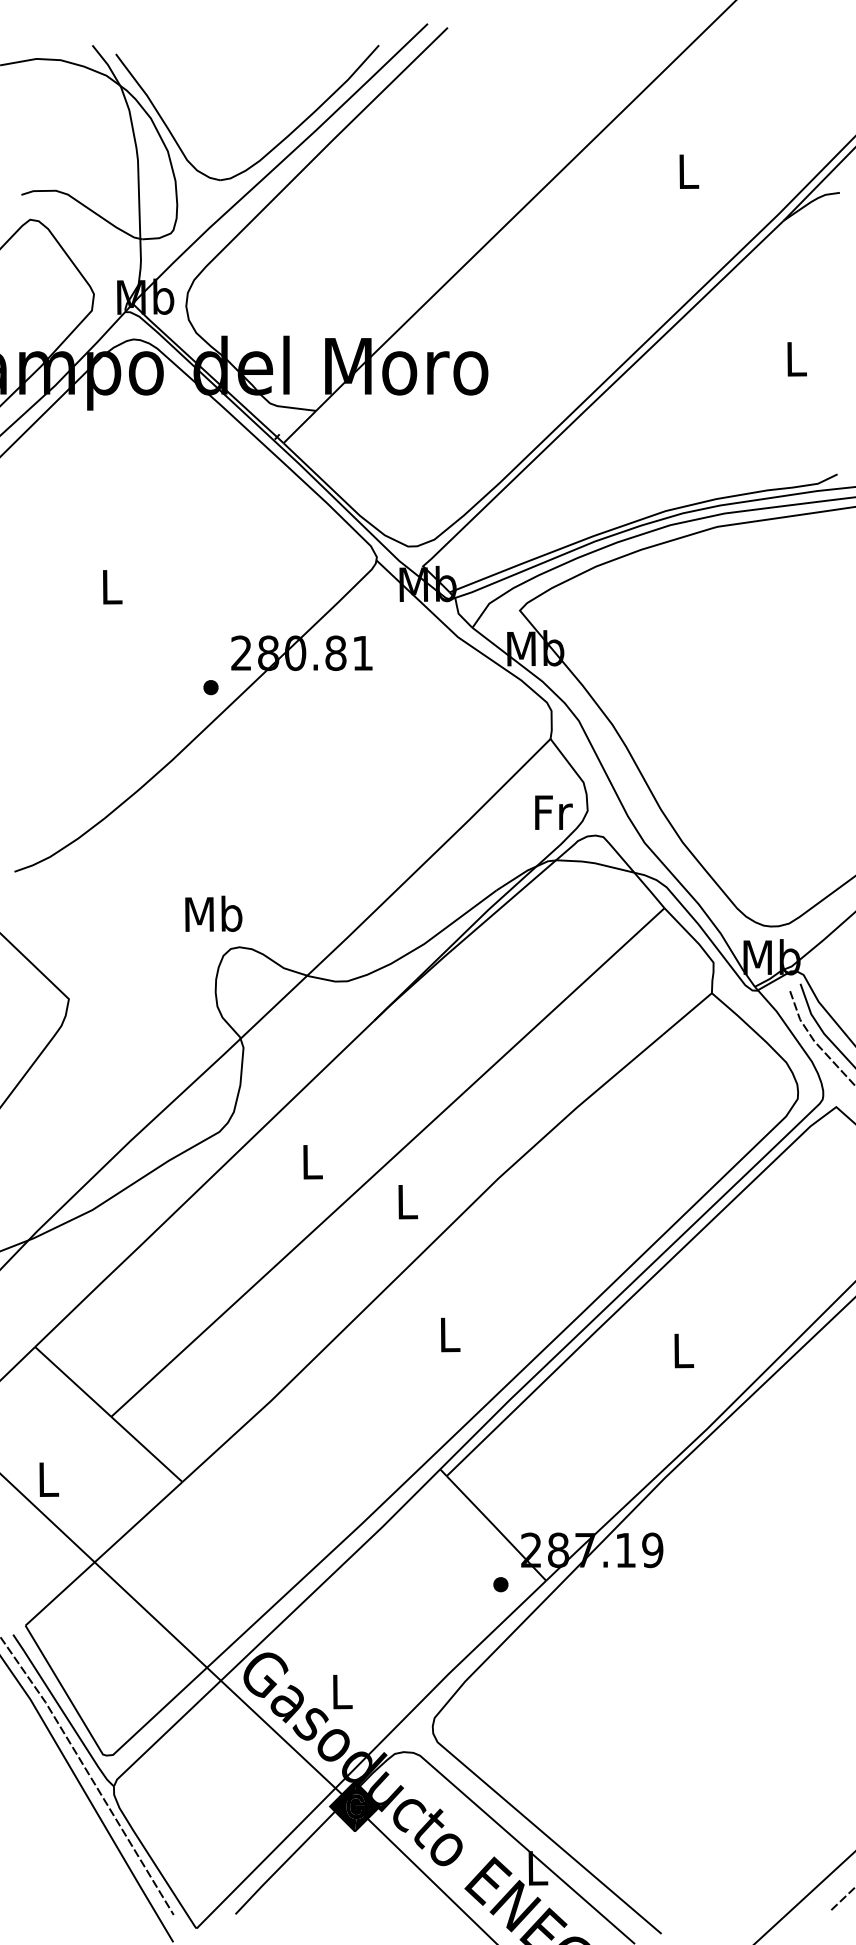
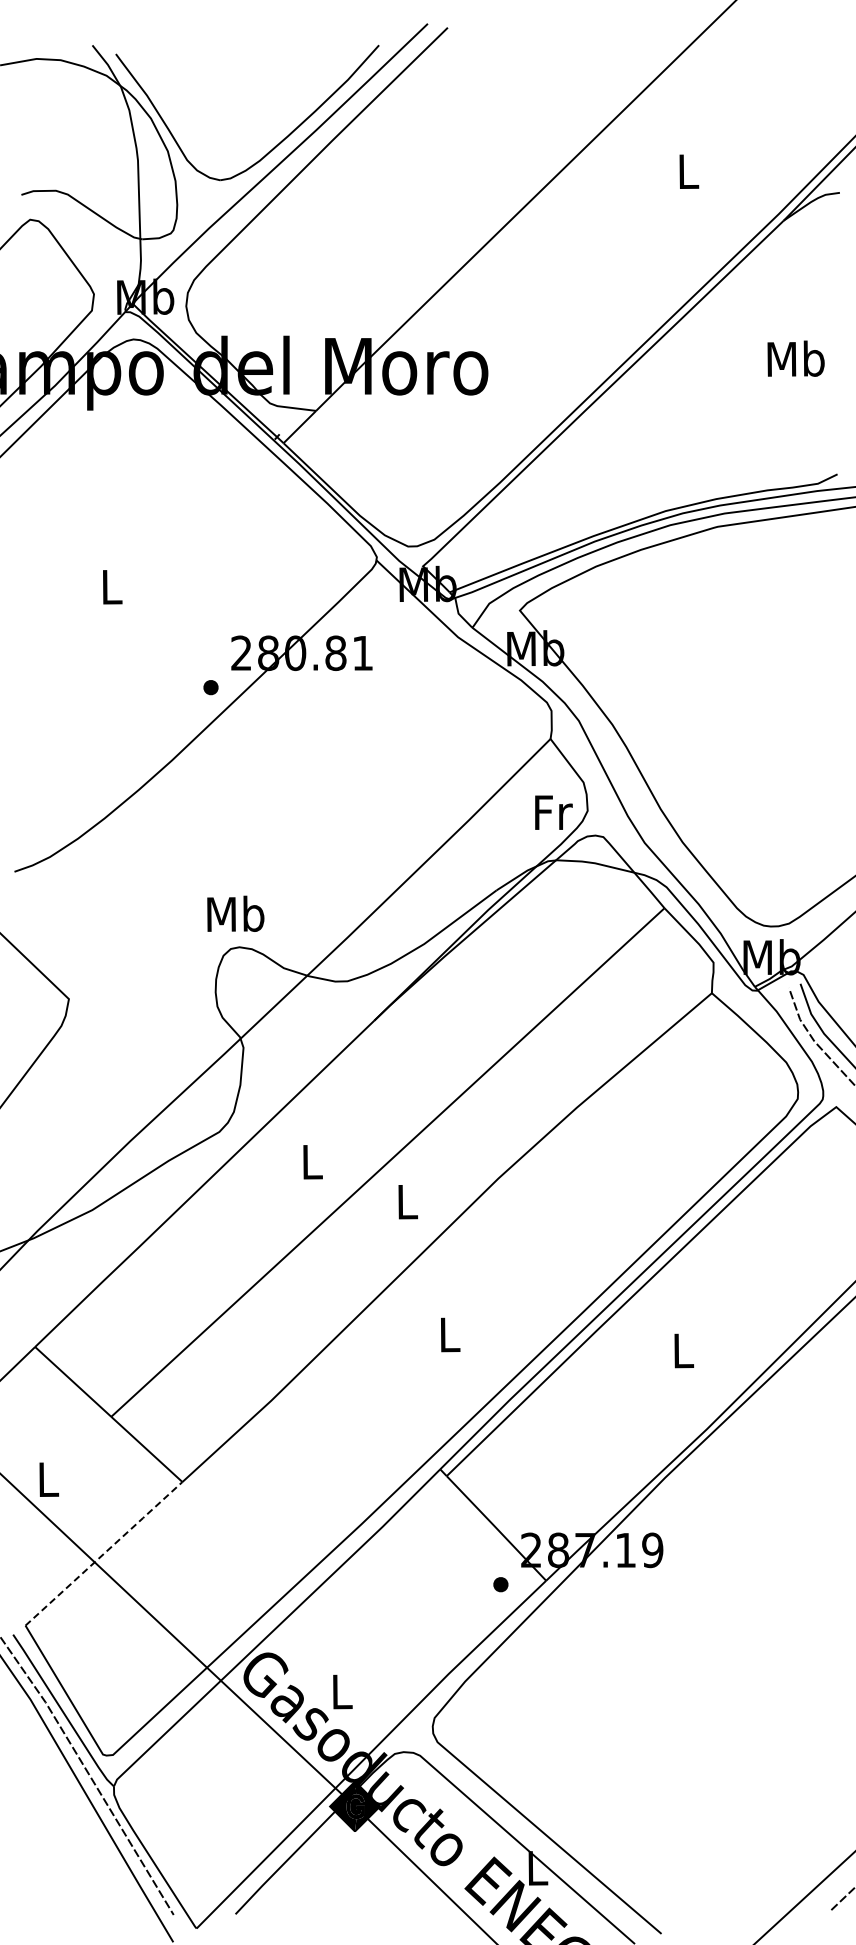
text at (795, 358): L -> Mb
text at (213, 913) position: (213, 913) -> (235, 913)
line at (104, 1553): solid -> dashed
